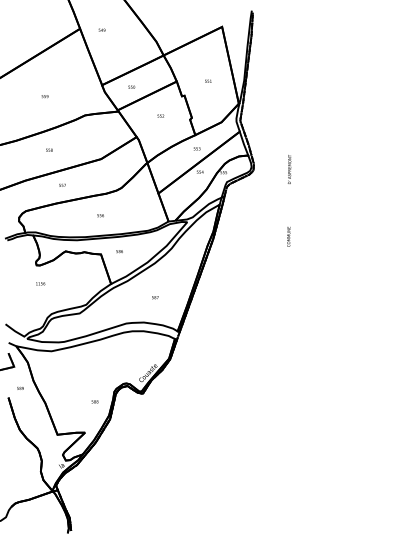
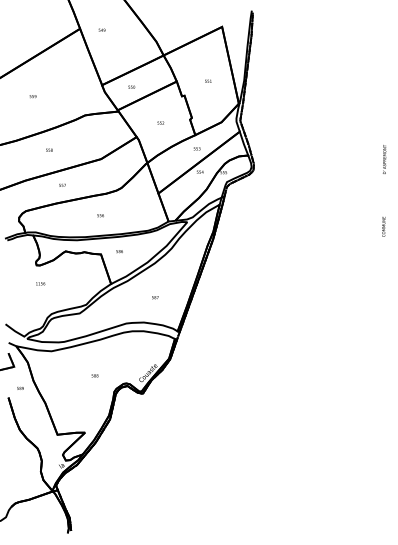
text at (44, 96) position: (44, 96) -> (32, 96)
text at (160, 115) position: (160, 115) -> (160, 122)
text at (289, 200) position: (289, 200) -> (384, 190)
text at (94, 401) position: (94, 401) -> (94, 375)
